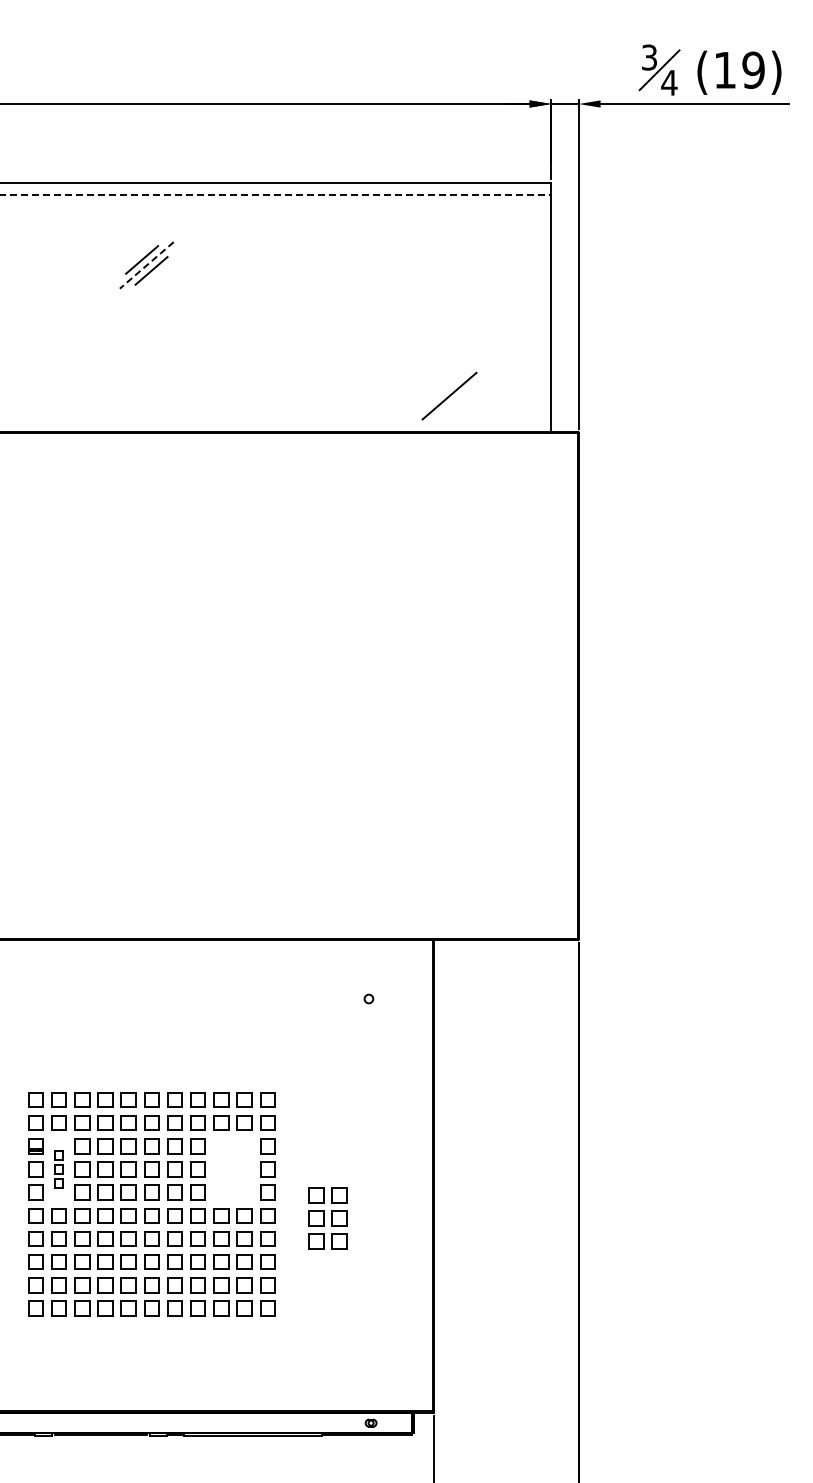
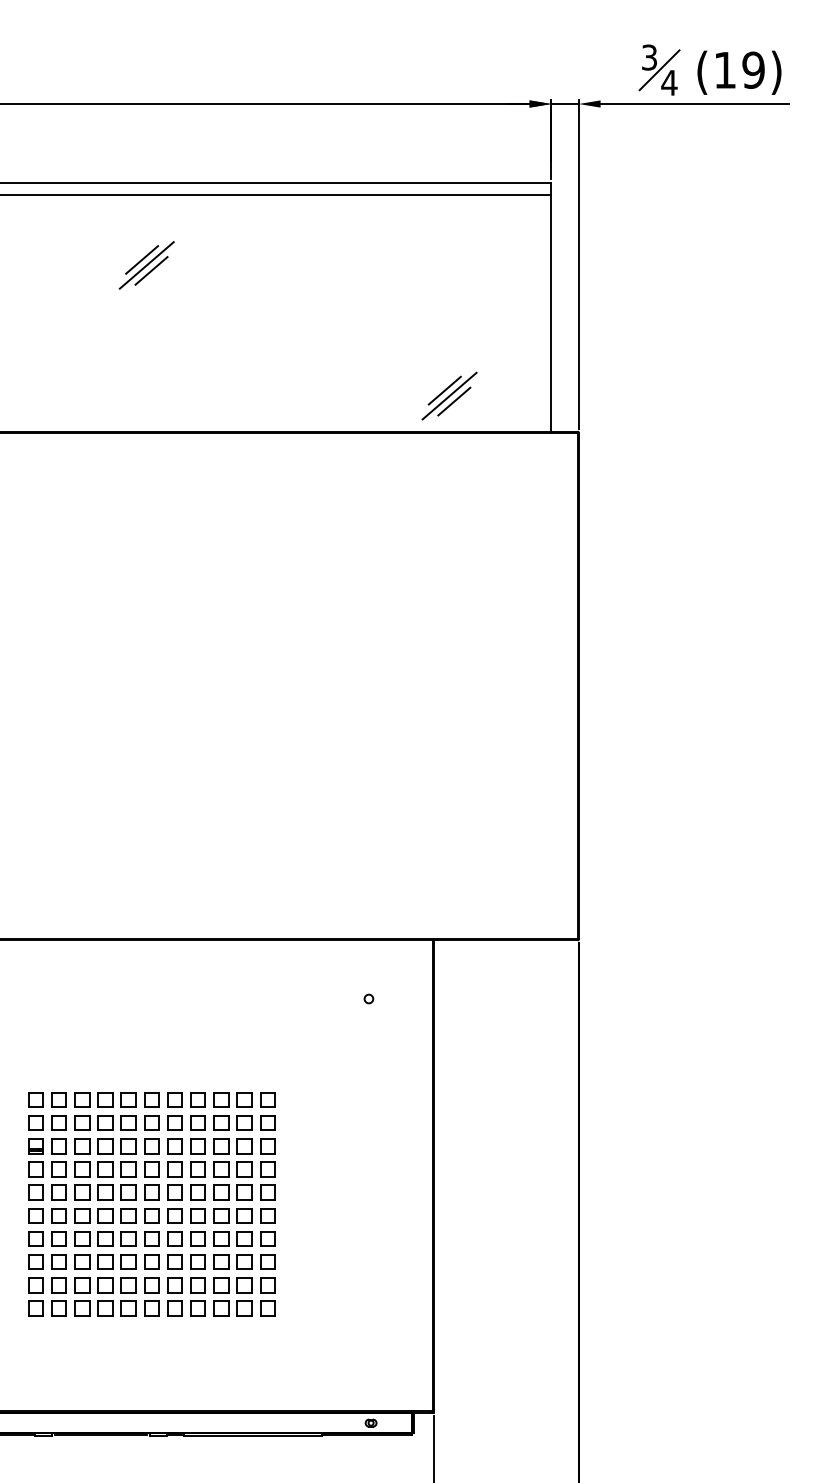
line at (276, 194): dashed -> solid
line at (146, 265): dashed -> solid
line at (444, 390): none -> present
line at (454, 401): none -> present
part at (58, 1169) size: 10x39 px -> 16x63 px
part at (327, 1218) position: (327, 1218) -> (232, 1169)
